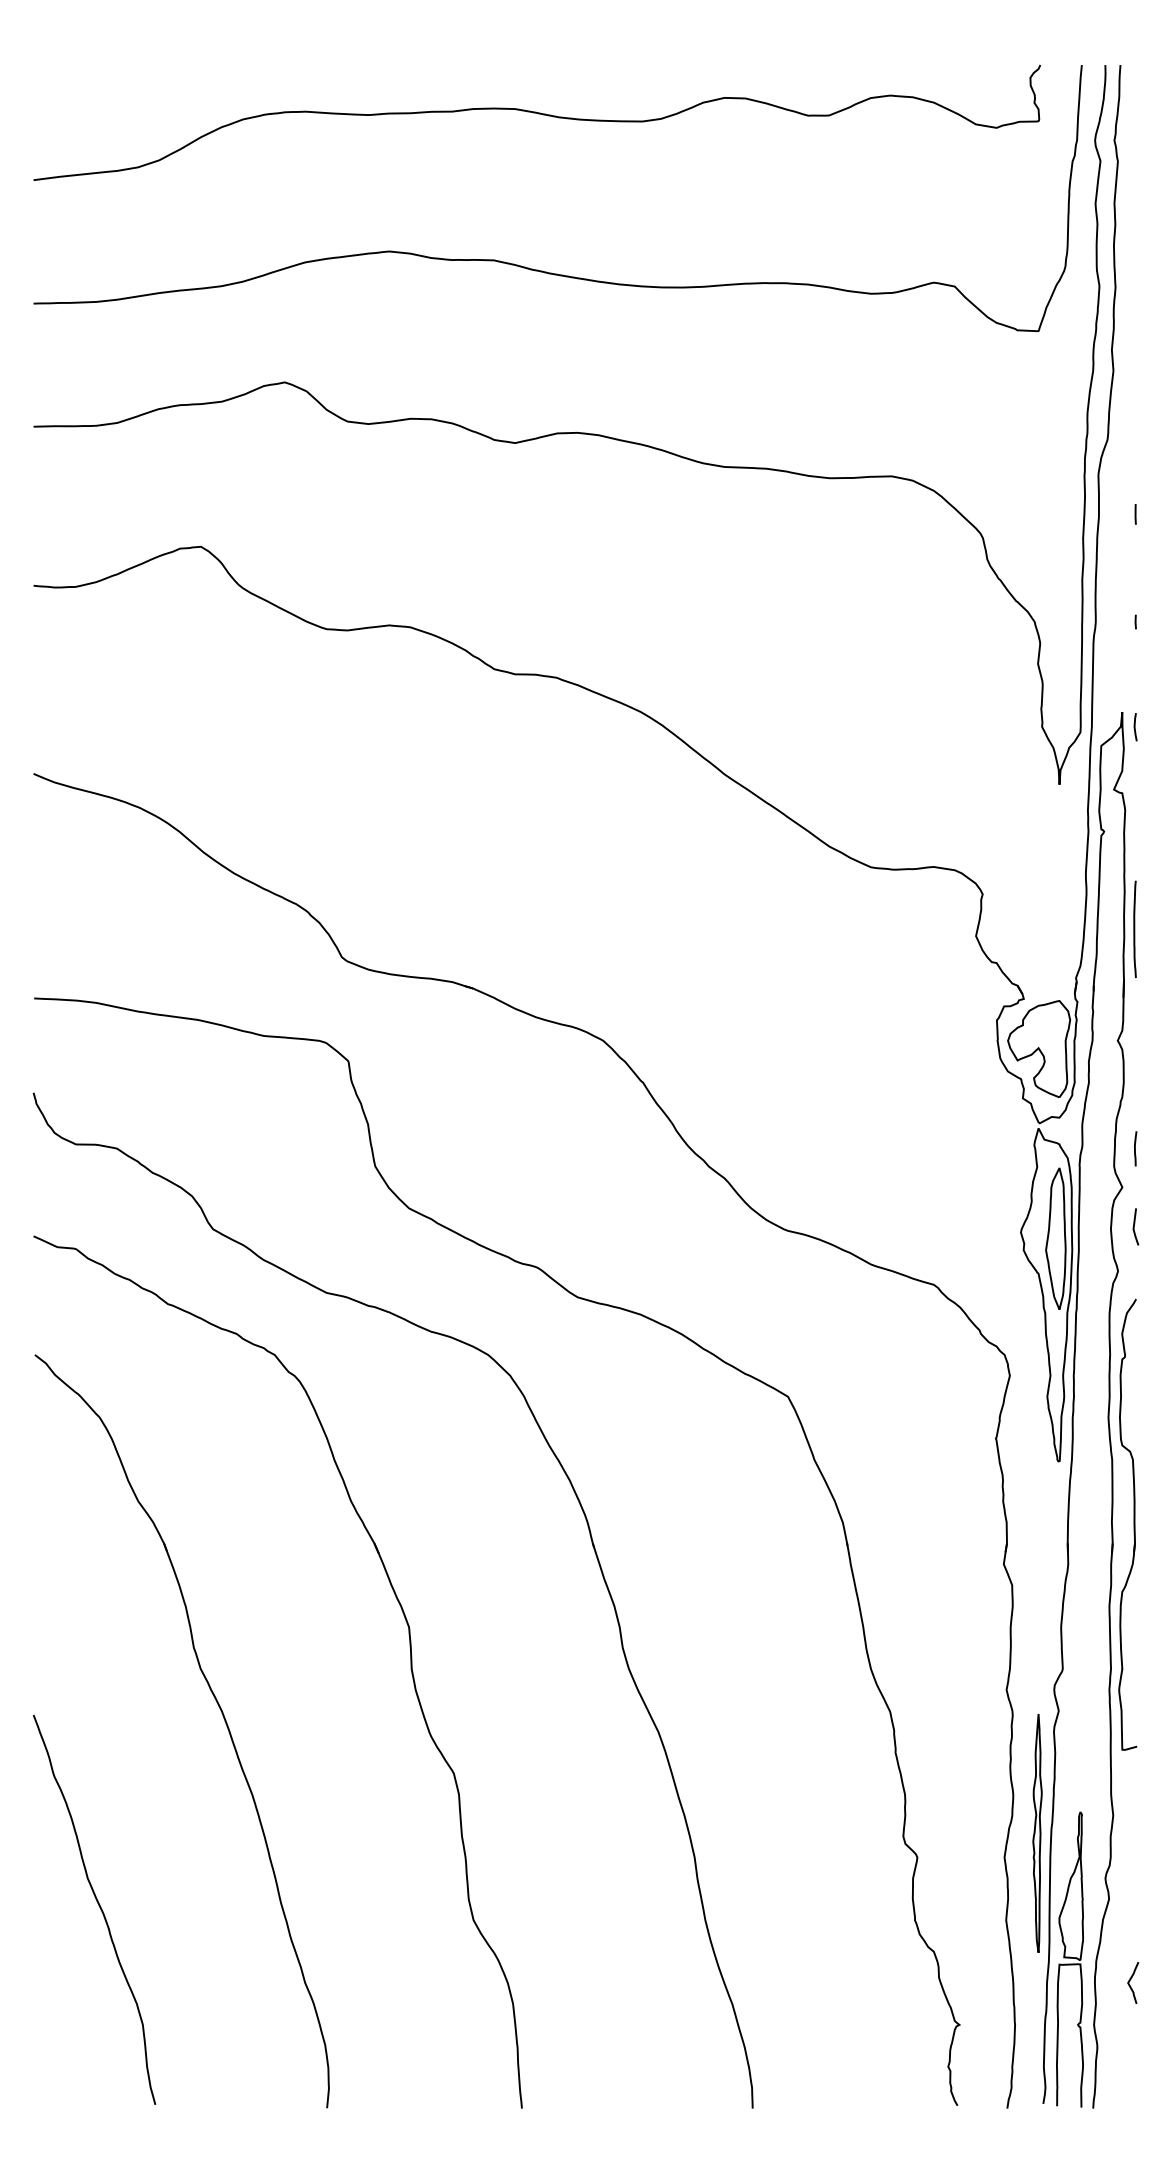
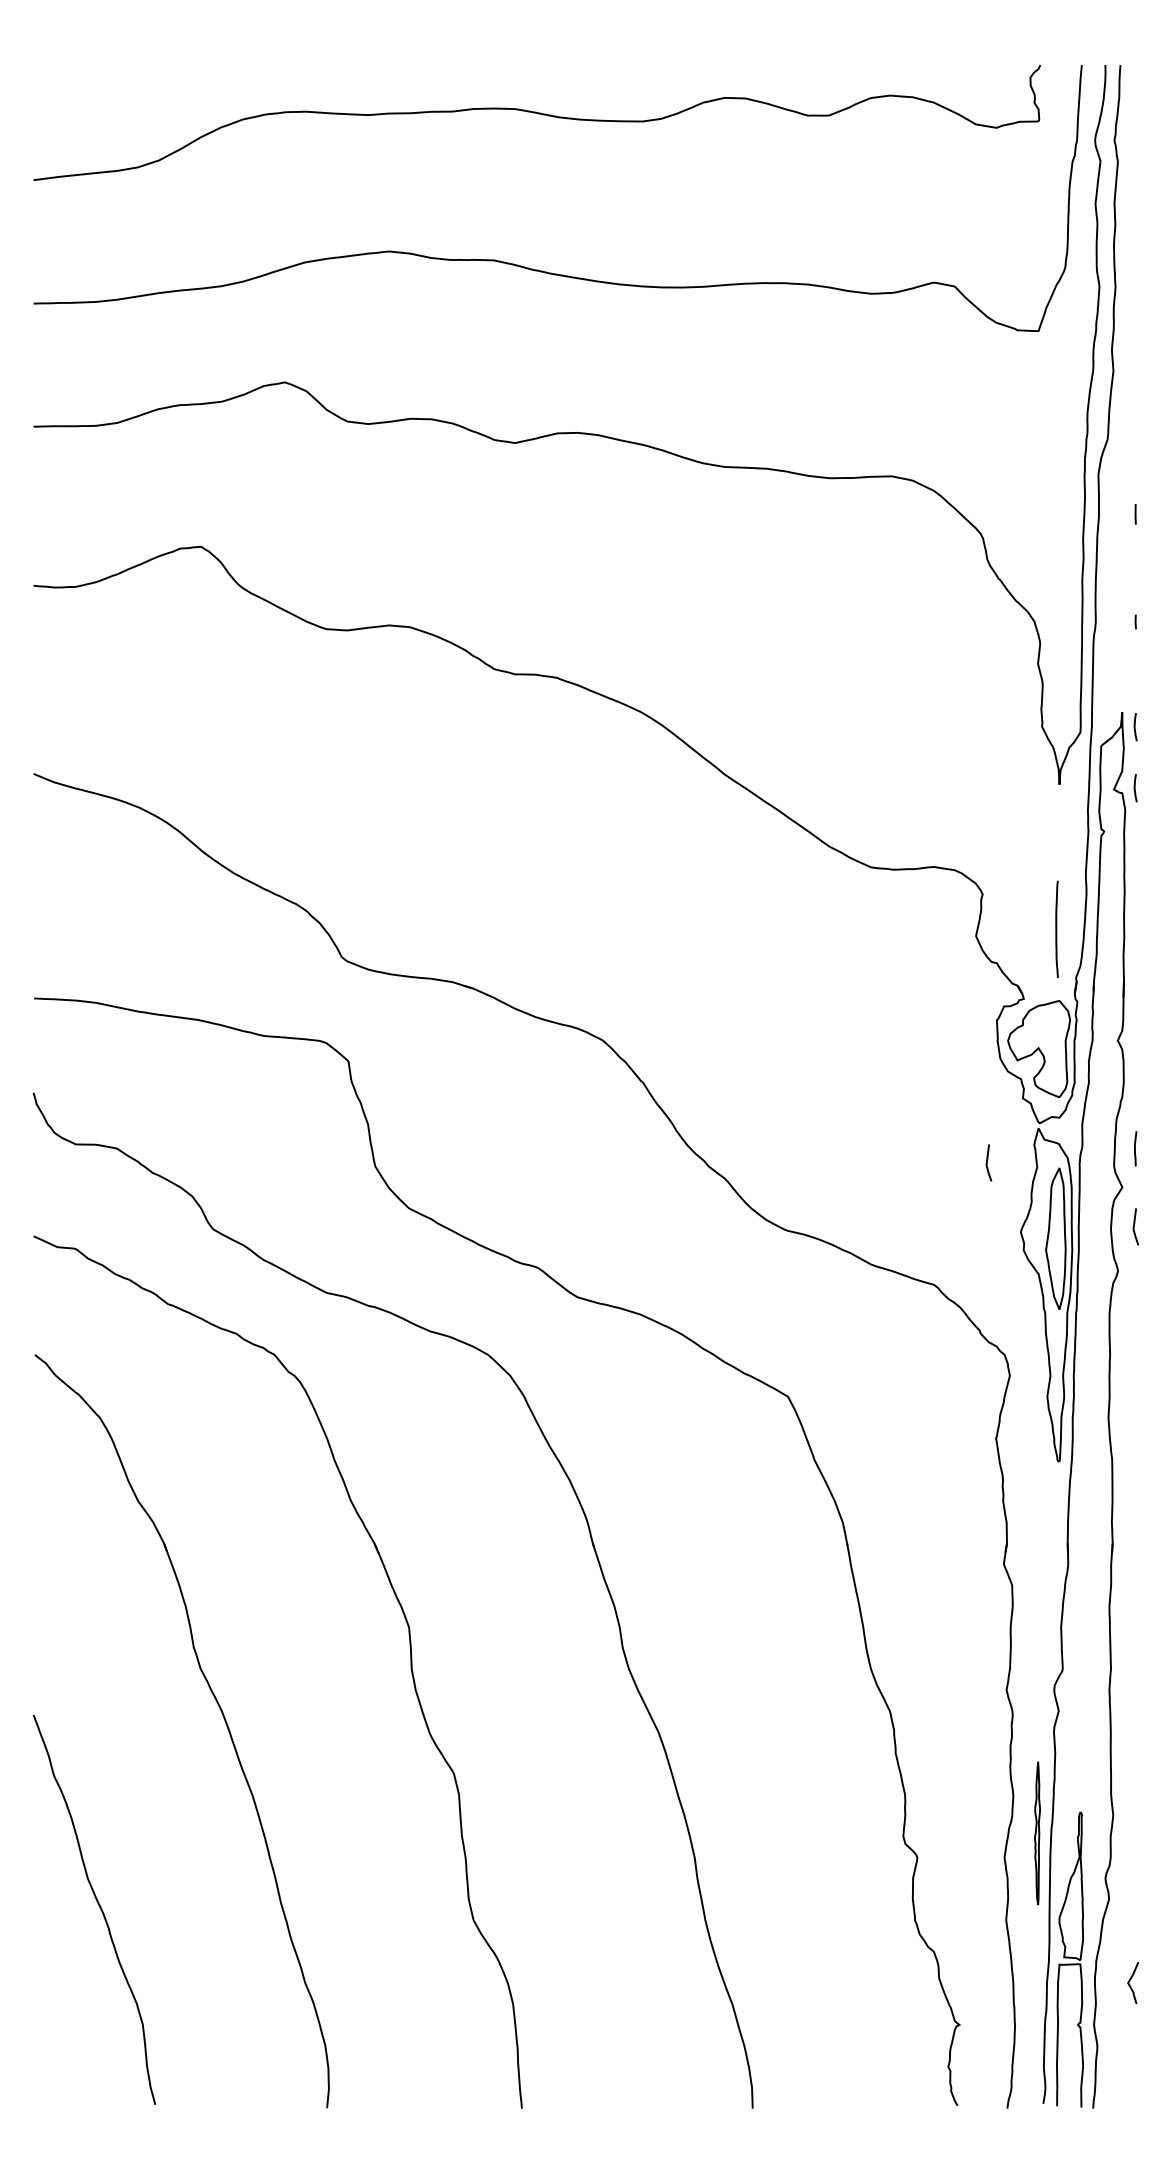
line at (1135, 788): none -> present
line at (1134, 928) position: (1134, 928) -> (1056, 928)
curve at (987, 1162): none -> present
part at (1127, 1524): present -> none
part at (1037, 1833) size: 11x239 px -> 7x145 px
